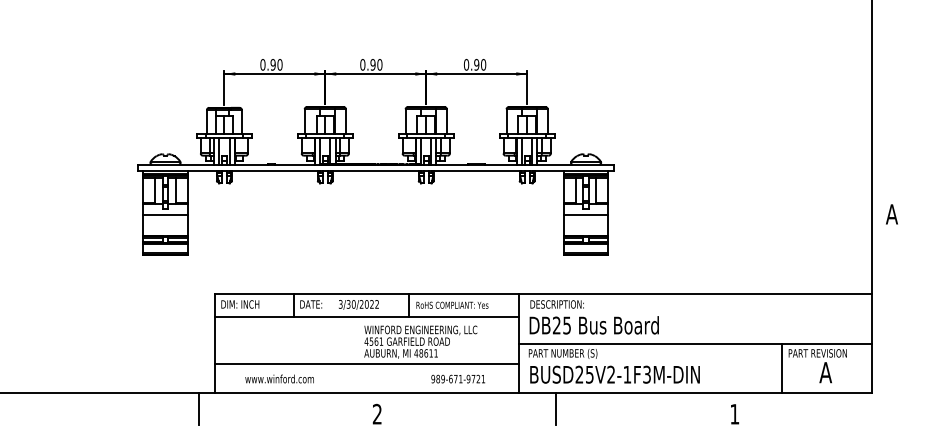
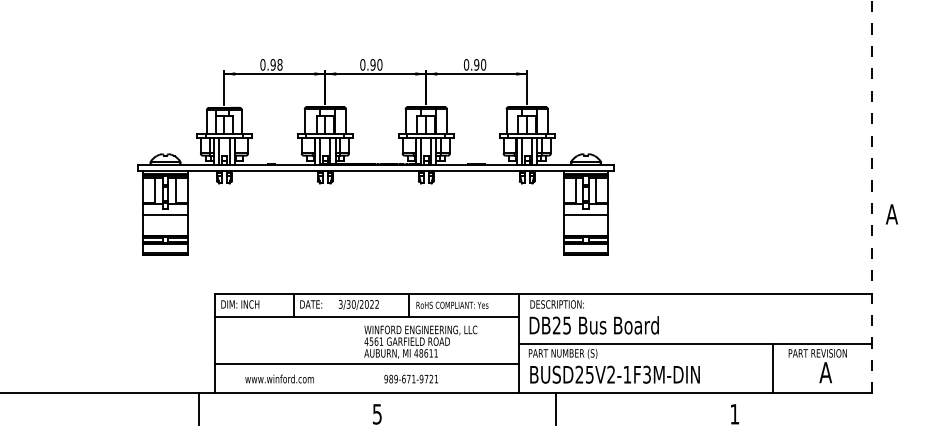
text at (279, 64): 0.90 -> 0.98
line at (871, 197): solid -> dashed
line at (782, 368) position: (782, 368) -> (773, 368)
text at (458, 378) position: (458, 378) -> (411, 378)
text at (377, 413): 2 -> 5
